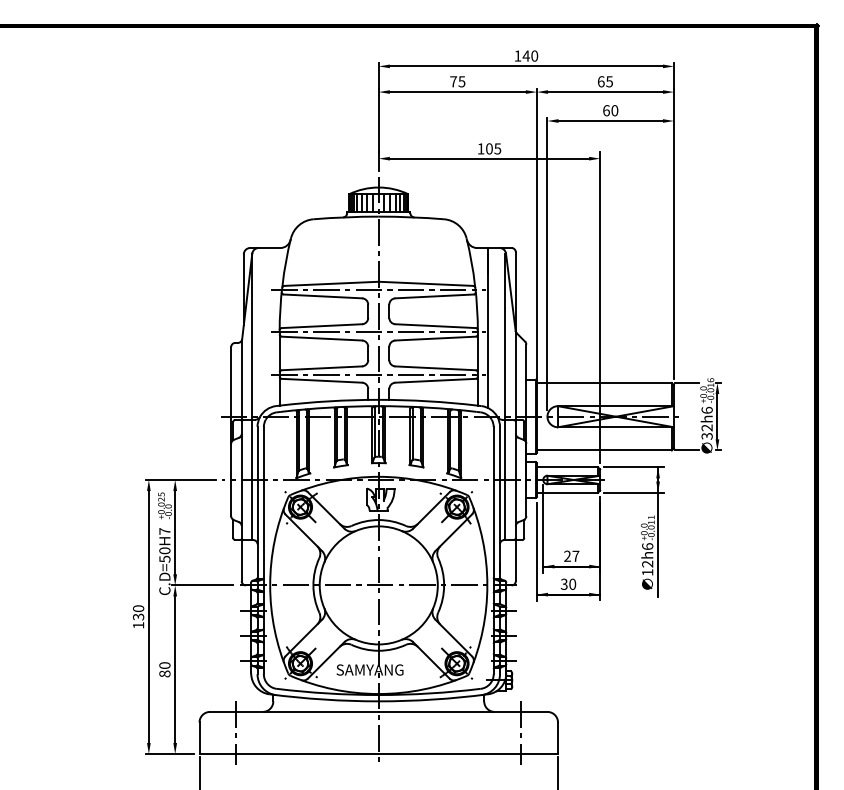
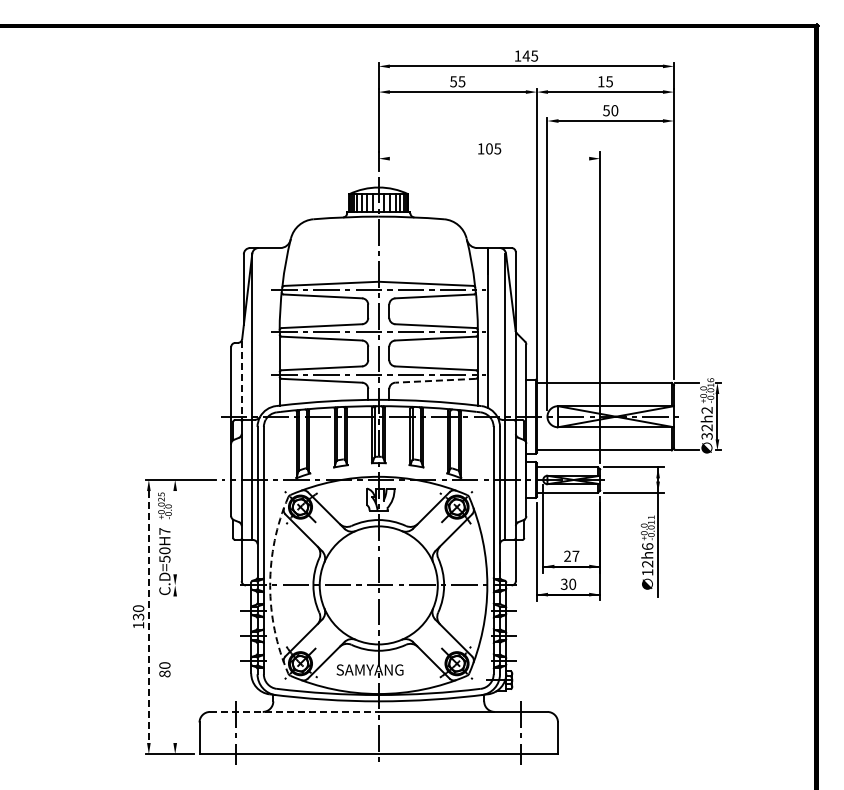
text at (534, 55): 140 -> 145
text at (453, 81): 75 -> 55
text at (601, 81): 65 -> 15
text at (606, 110): 60 -> 50
line at (489, 158): present -> none
line at (241, 380): solid -> dashed
line at (435, 380): solid -> dashed
text at (706, 409): 32h6 -> 32h2
line at (175, 532): present -> none
line at (202, 585): present -> none
arc at (270, 585): solid -> dashed
line at (148, 617): solid -> dashed
line at (175, 669): present -> none
line at (294, 711): solid -> dashed
line at (199, 771): present -> none
line at (558, 771): present -> none
